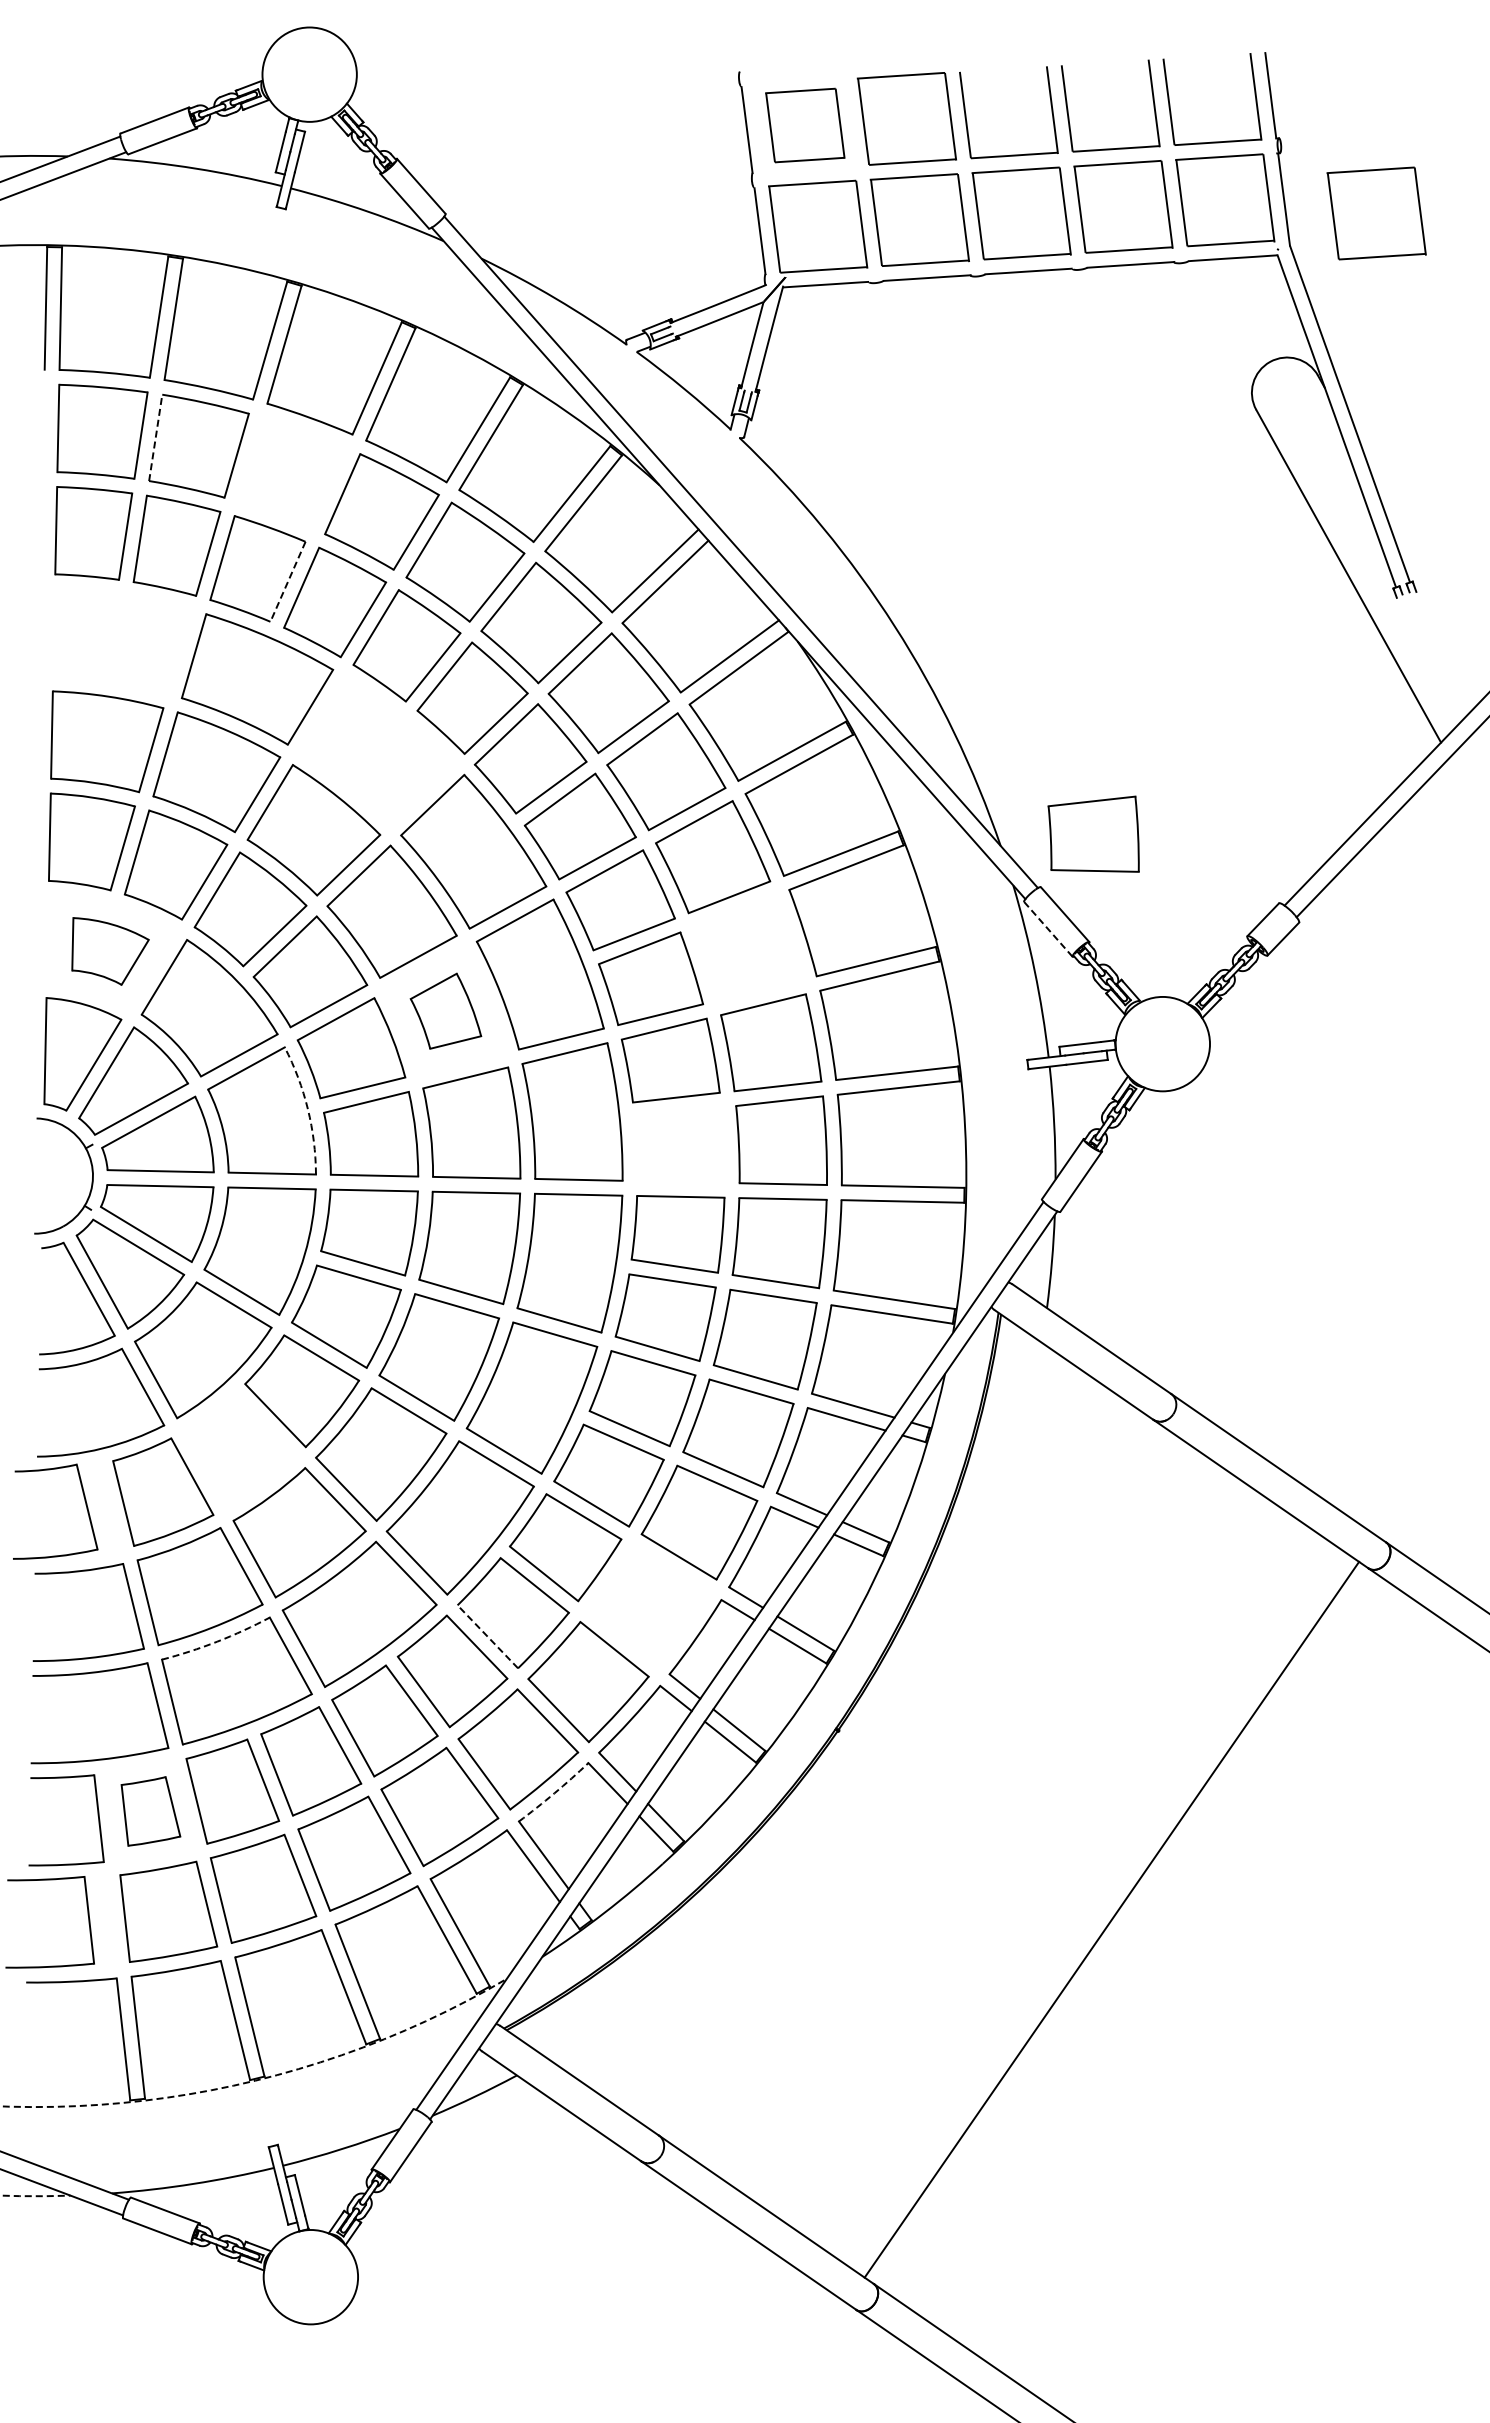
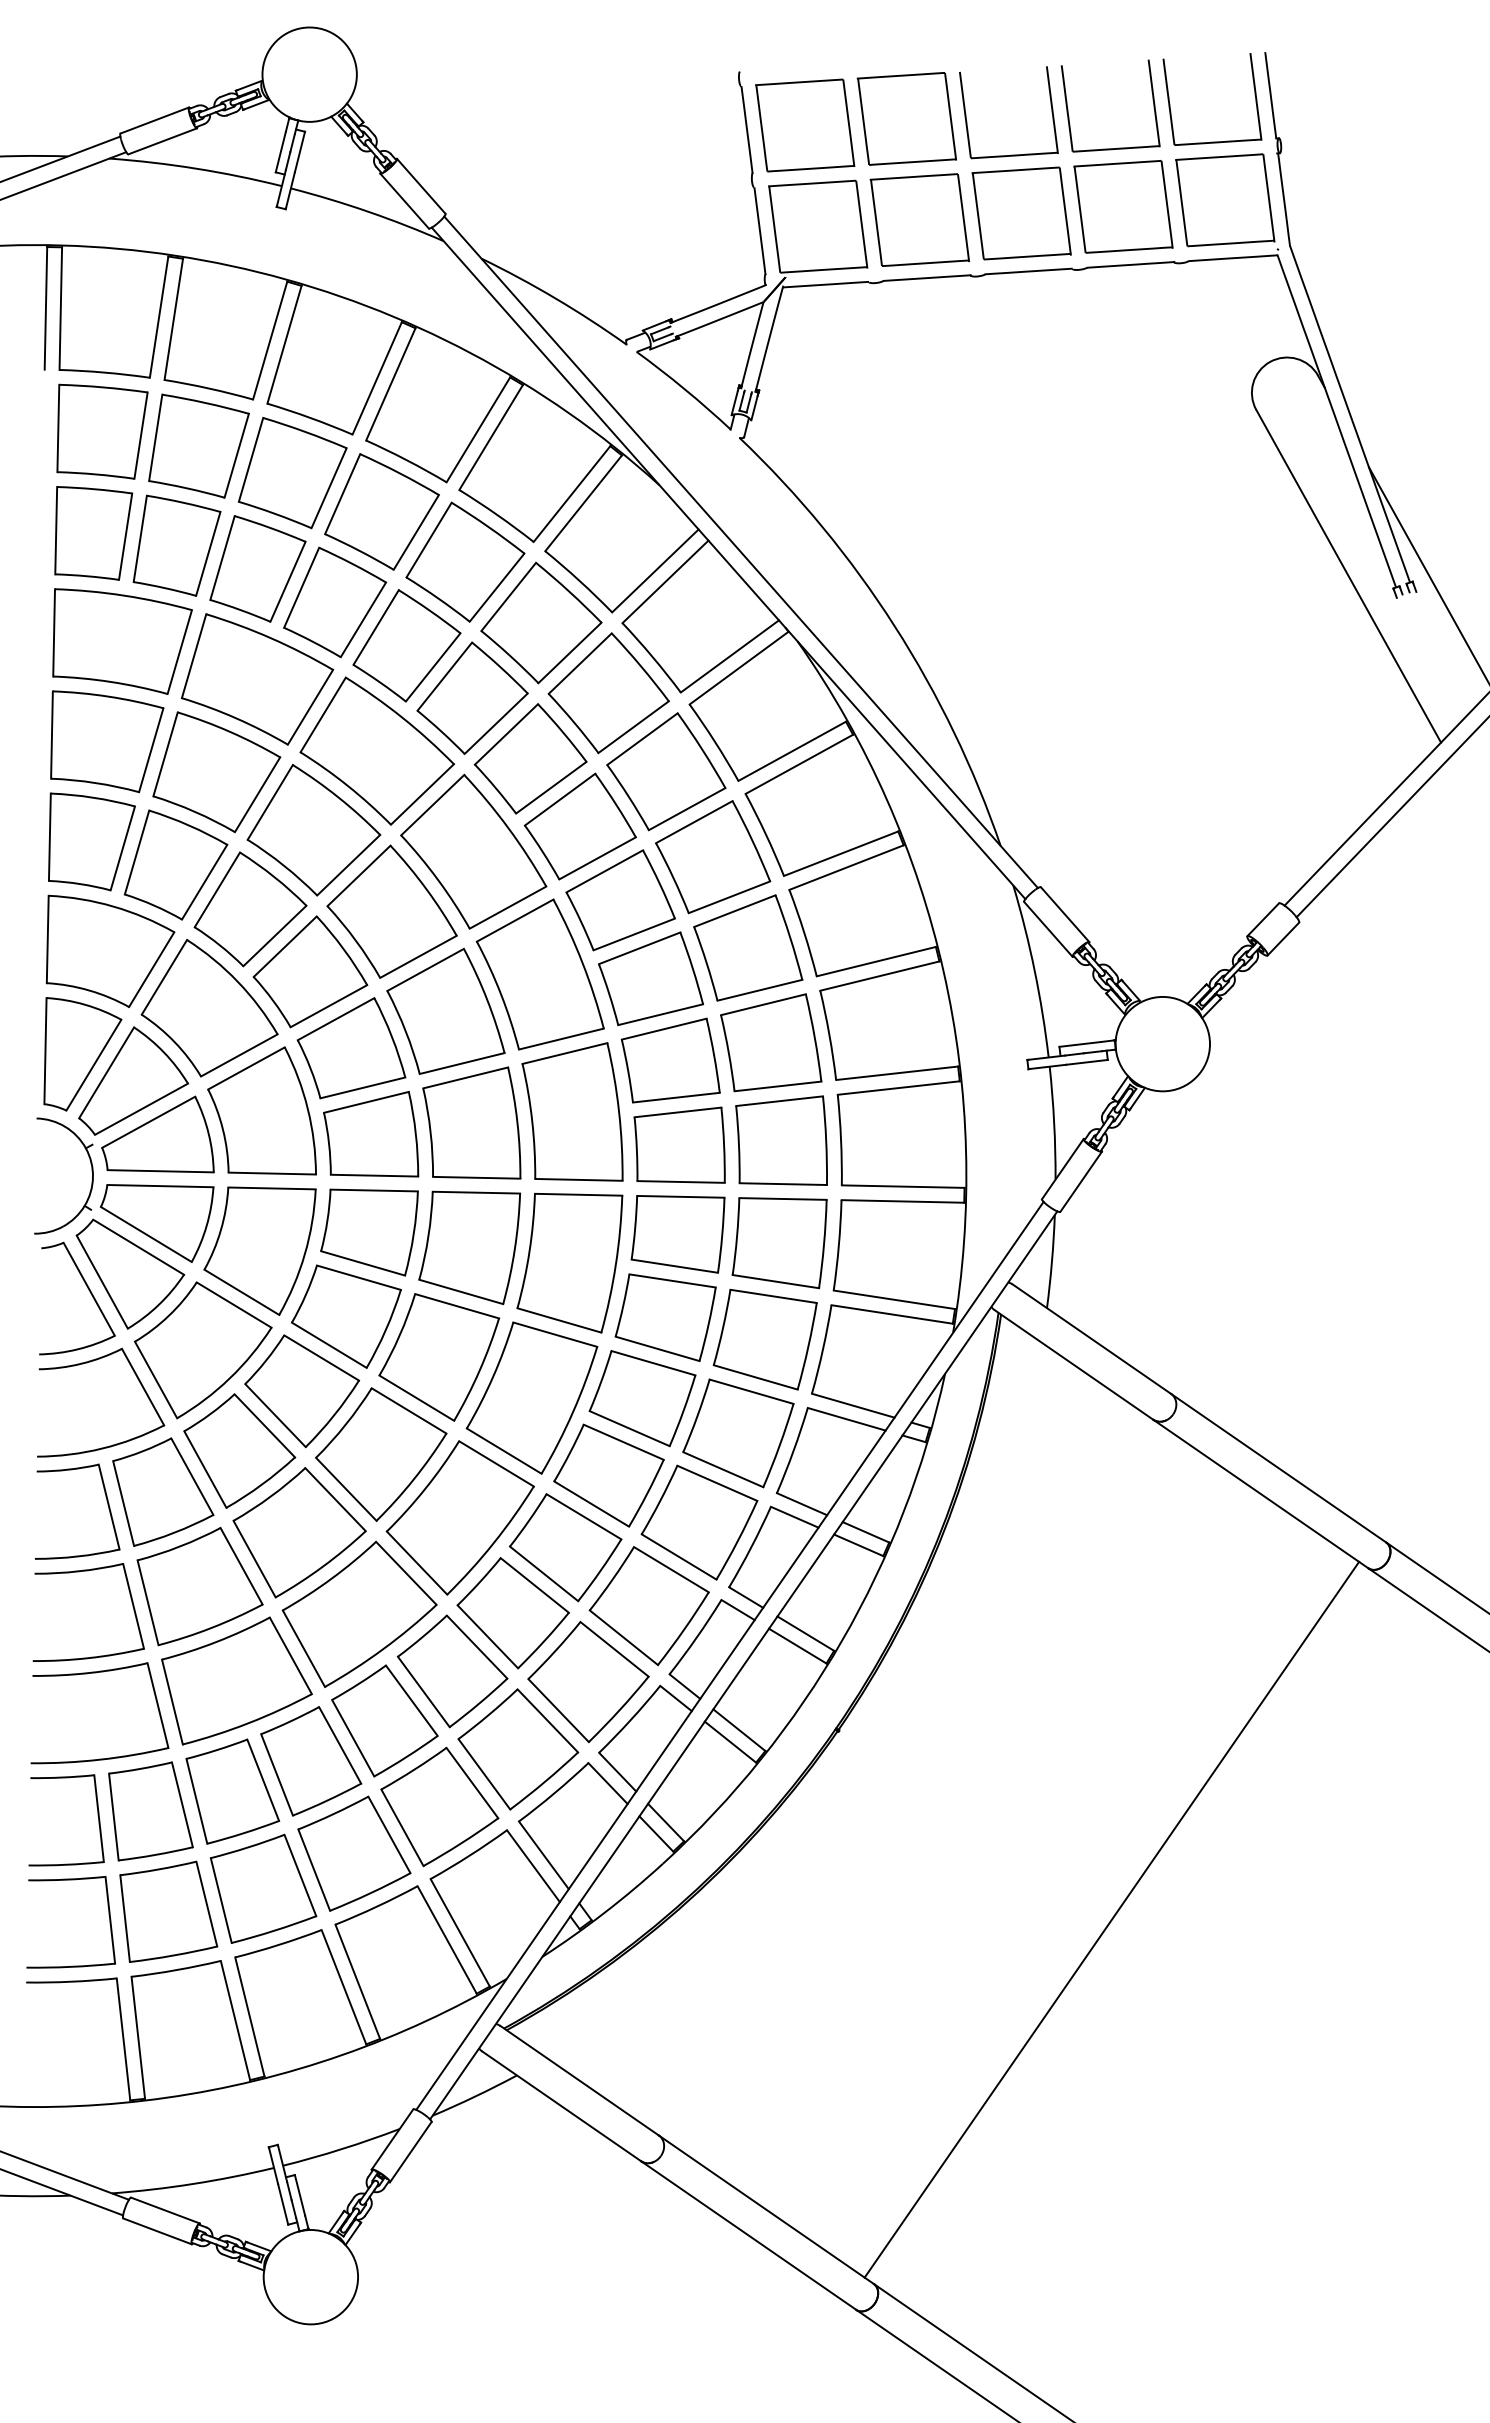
part at (805, 125) size: 81x77 px -> 101x95 px
part at (1376, 213): present -> none
line at (155, 437): dashed -> solid
part at (292, 473): none -> present
line at (1427, 573): none -> present
line at (288, 581): dashed -> solid
part at (122, 641): none -> present
part at (376, 750): none -> present
part at (1093, 833) position: (1093, 833) -> (679, 1144)
line at (1048, 929): dashed -> solid
part at (748, 947): none -> present
part at (110, 951) size: 79x69 px -> 131x115 px
part at (445, 1010) size: 74x78 px -> 120x128 px
arc at (307, 1109): dashed -> solid
part at (239, 1450): none -> present
part at (85, 1505) position: (85, 1505) -> (107, 1505)
part at (648, 1606): none -> present
line at (487, 1636): dashed -> solid
arc at (217, 1641): dashed -> solid
arc at (554, 1793): dashed -> solid
part at (150, 1811) size: 62x71 px -> 86x101 px
part at (87, 1915) position: (87, 1915) -> (108, 1915)
arc at (261, 2079): dashed -> solid
arc at (35, 2196): dashed -> solid
